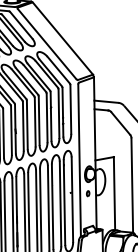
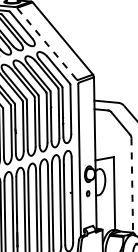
line at (47, 44): solid -> dashed
line at (132, 186): solid -> dashed
